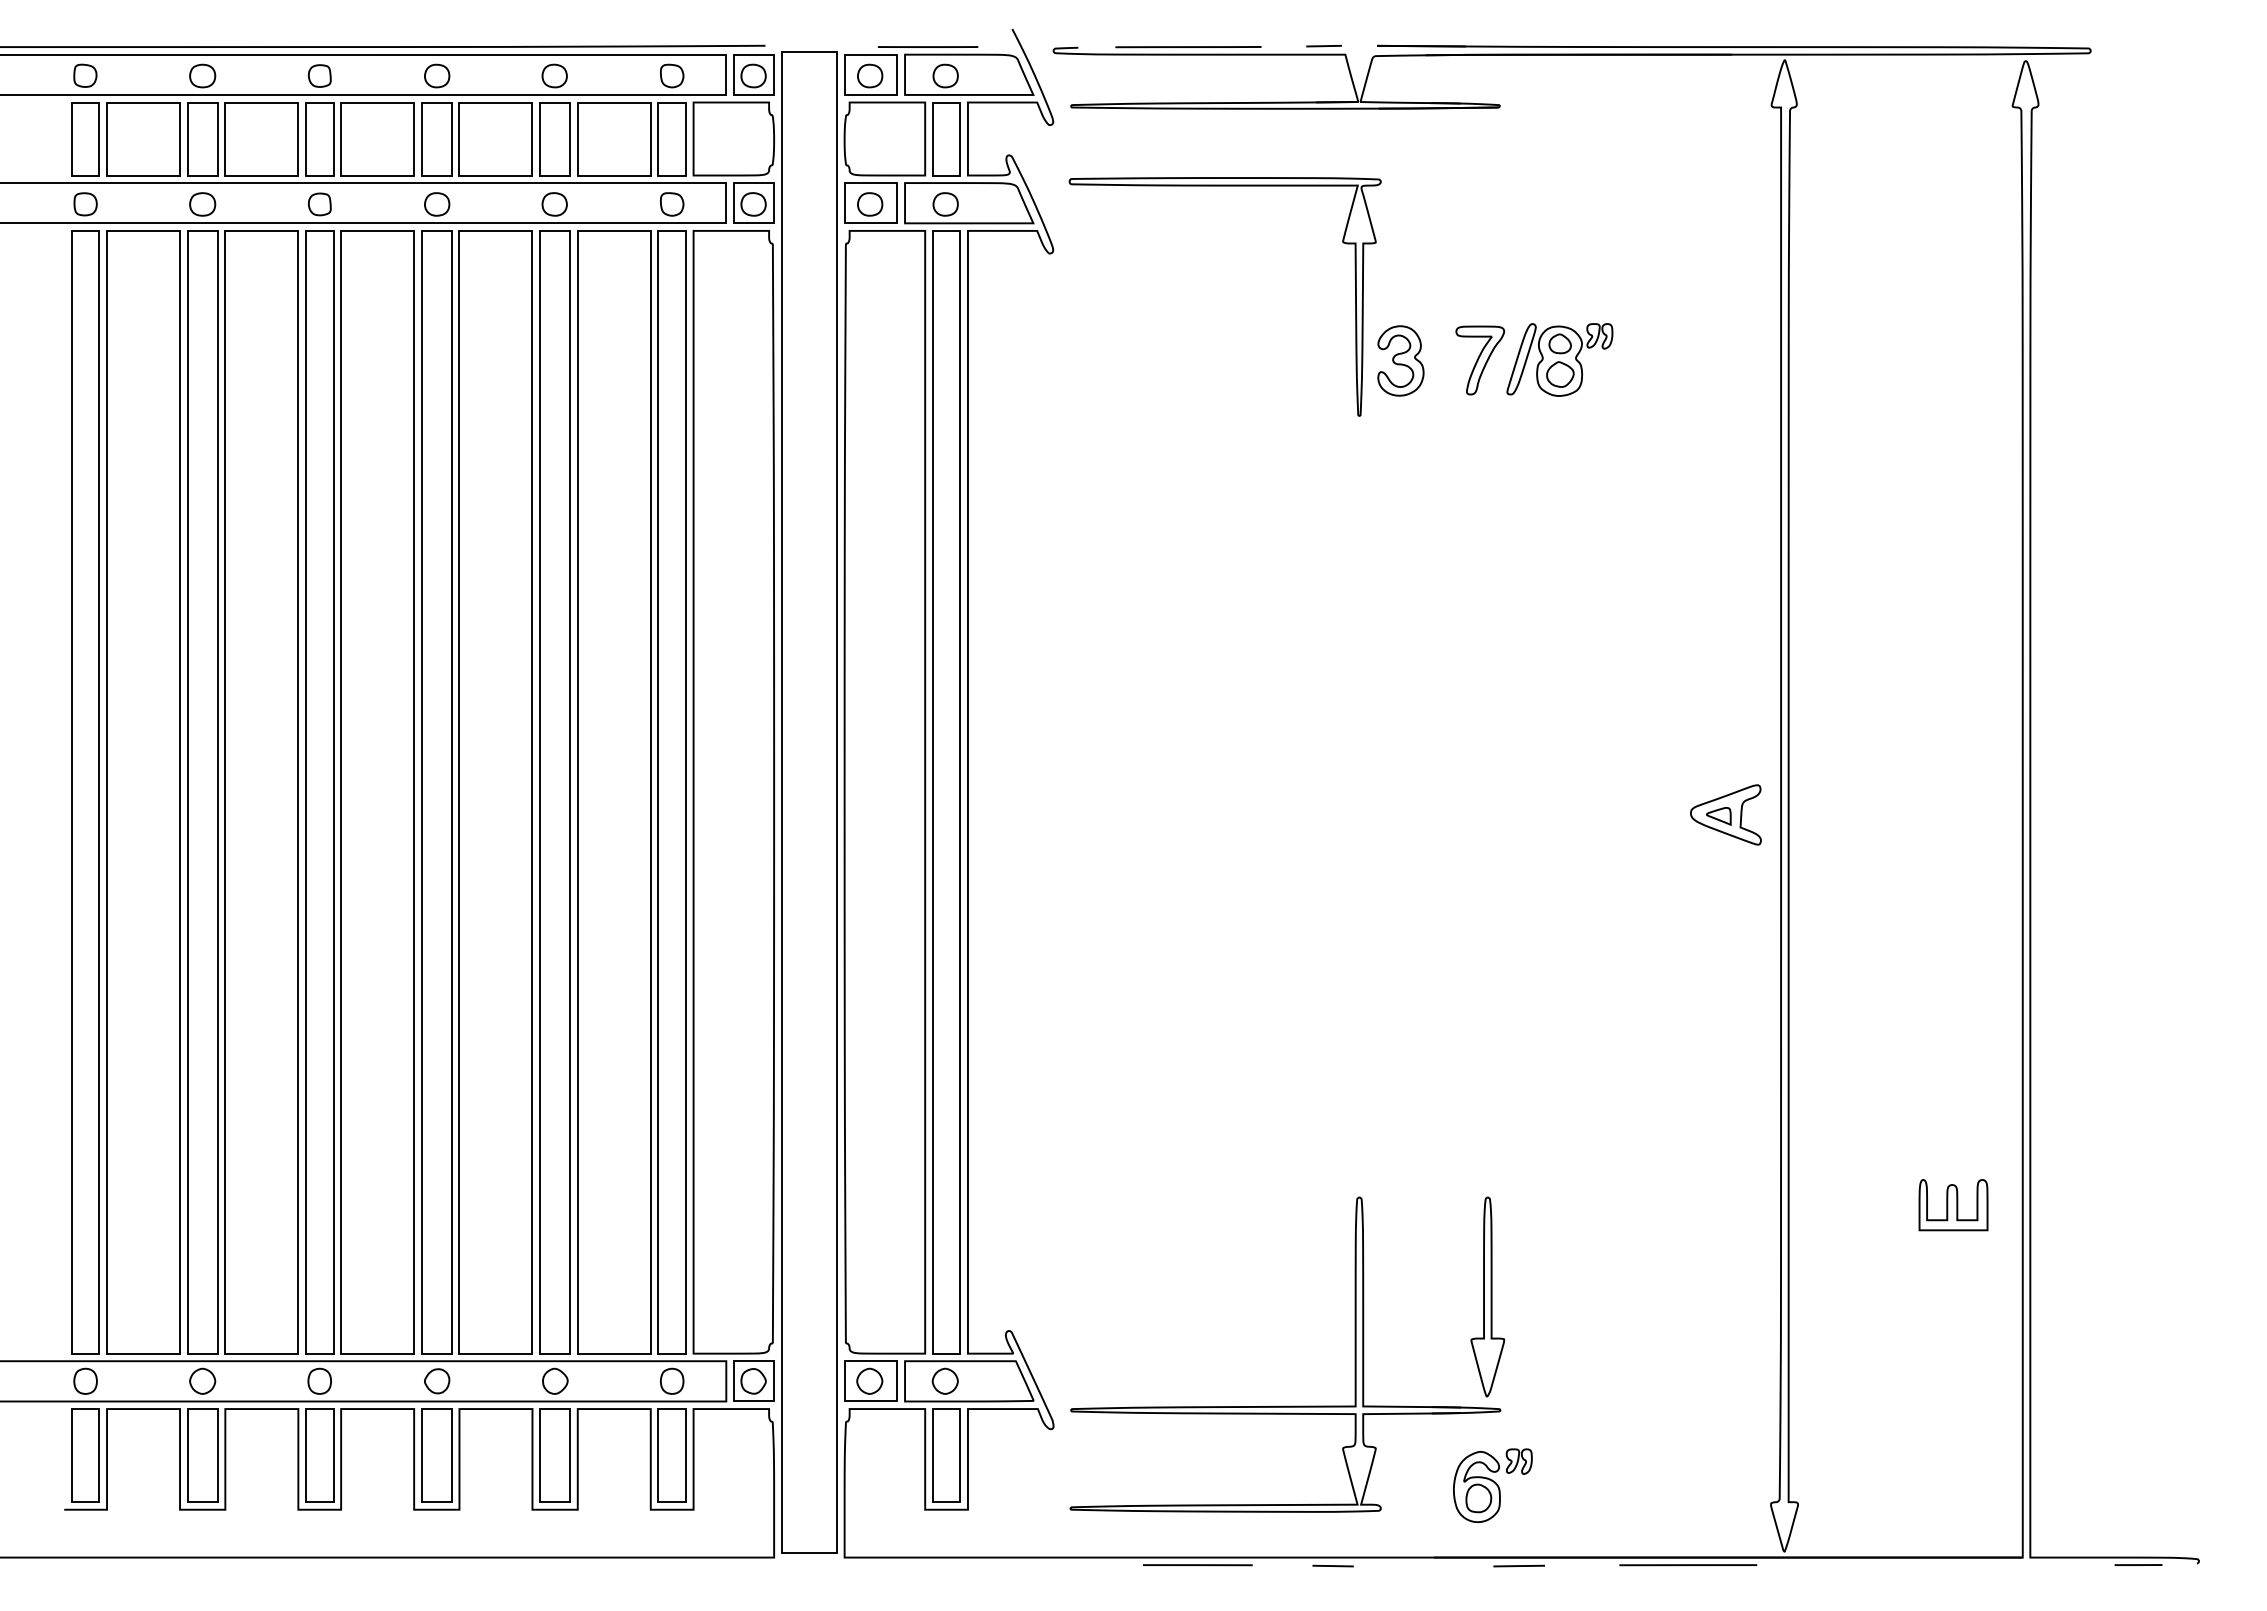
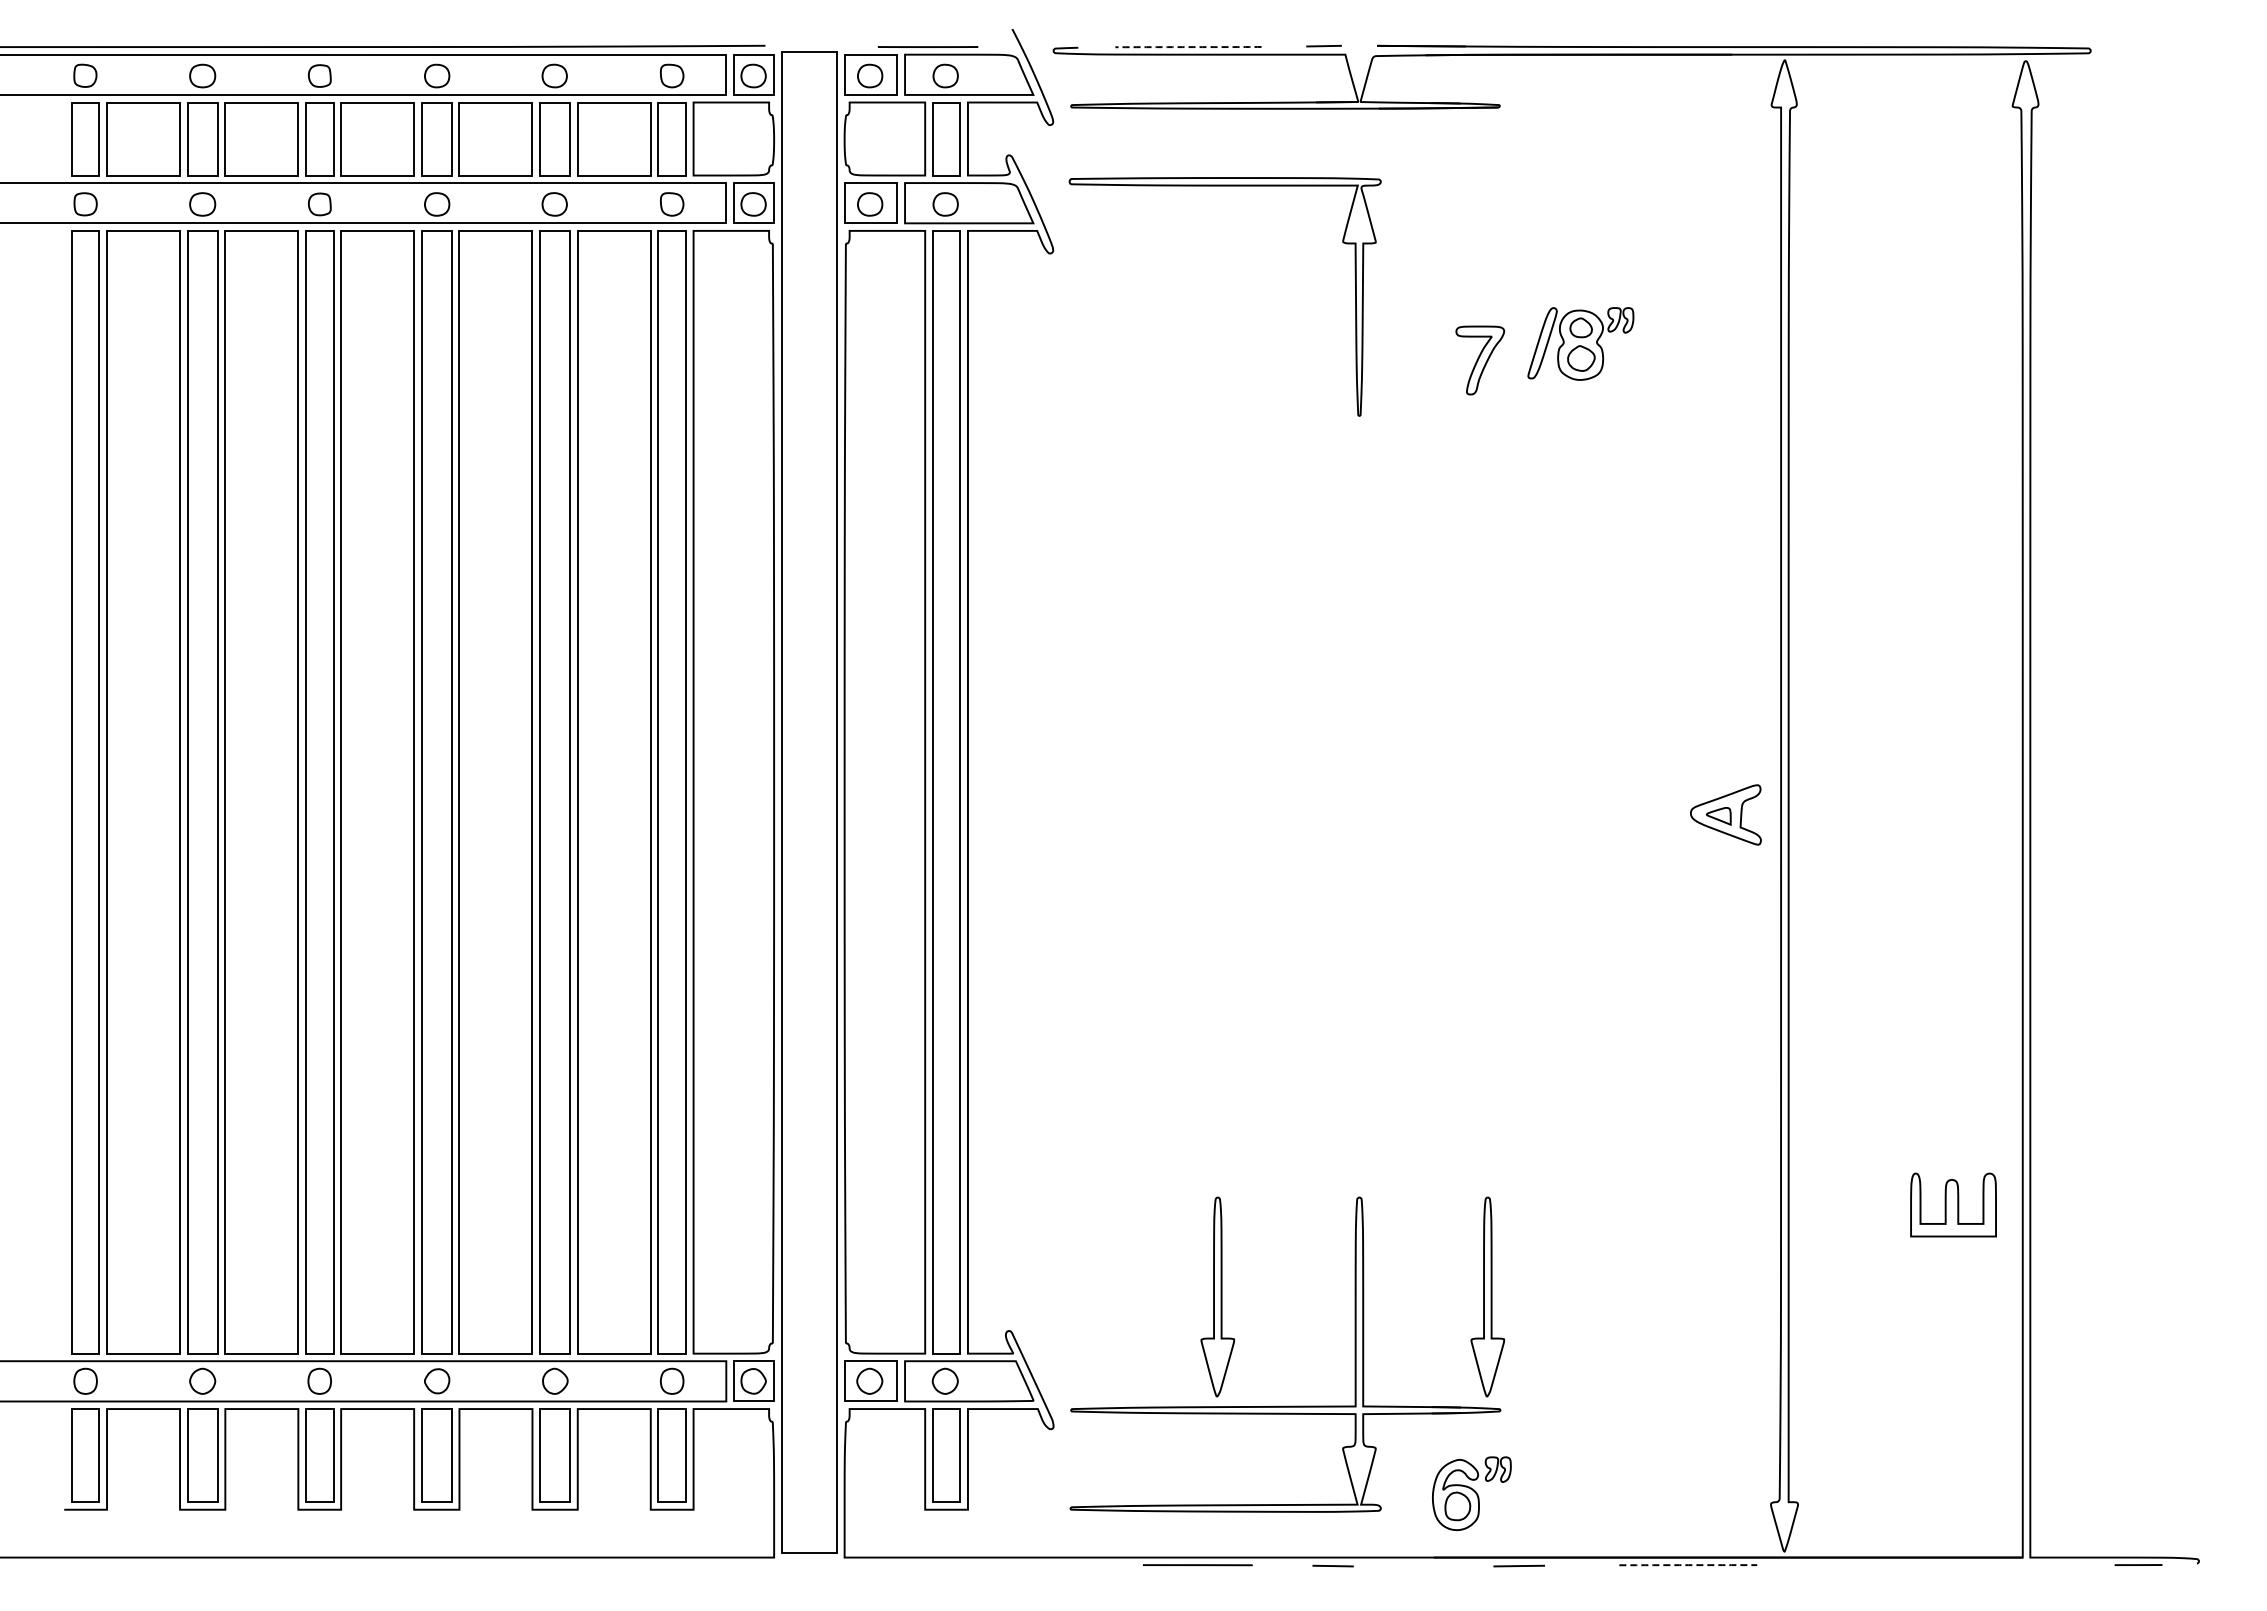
line at (1188, 47): solid -> dashed
part at (1559, 359) position: (1559, 359) -> (1580, 343)
part at (1400, 360): present -> none
part at (1953, 1205) size: 71x53 px -> 87x66 px
part at (1217, 1296): none -> present
part at (1492, 1485) position: (1492, 1485) -> (1471, 1493)
line at (1688, 1565): solid -> dashed
